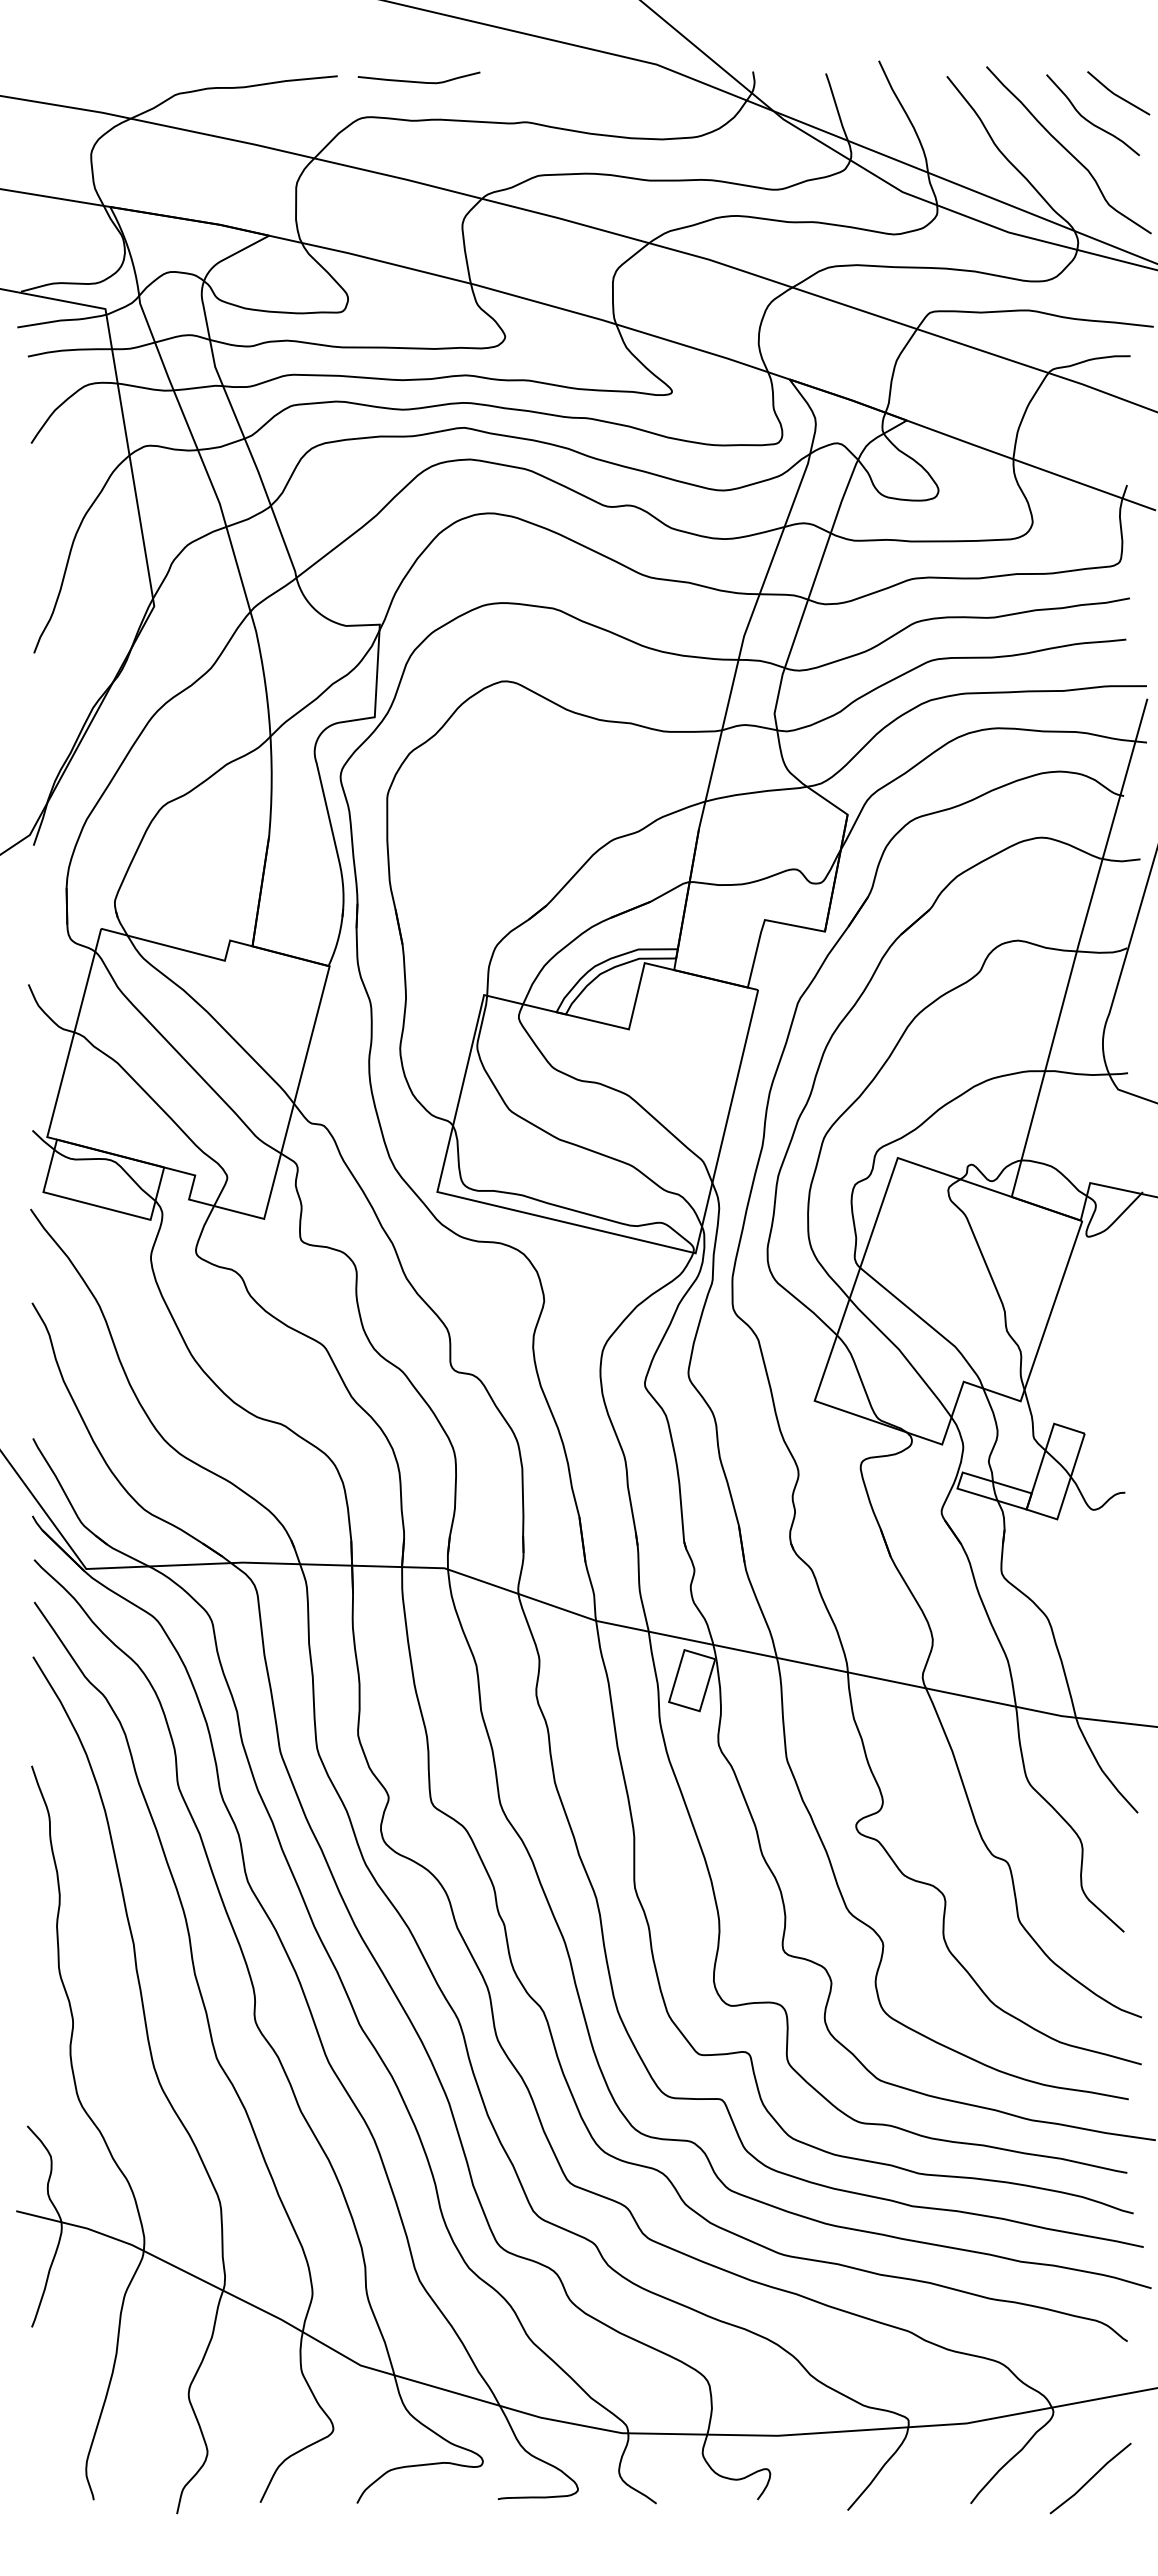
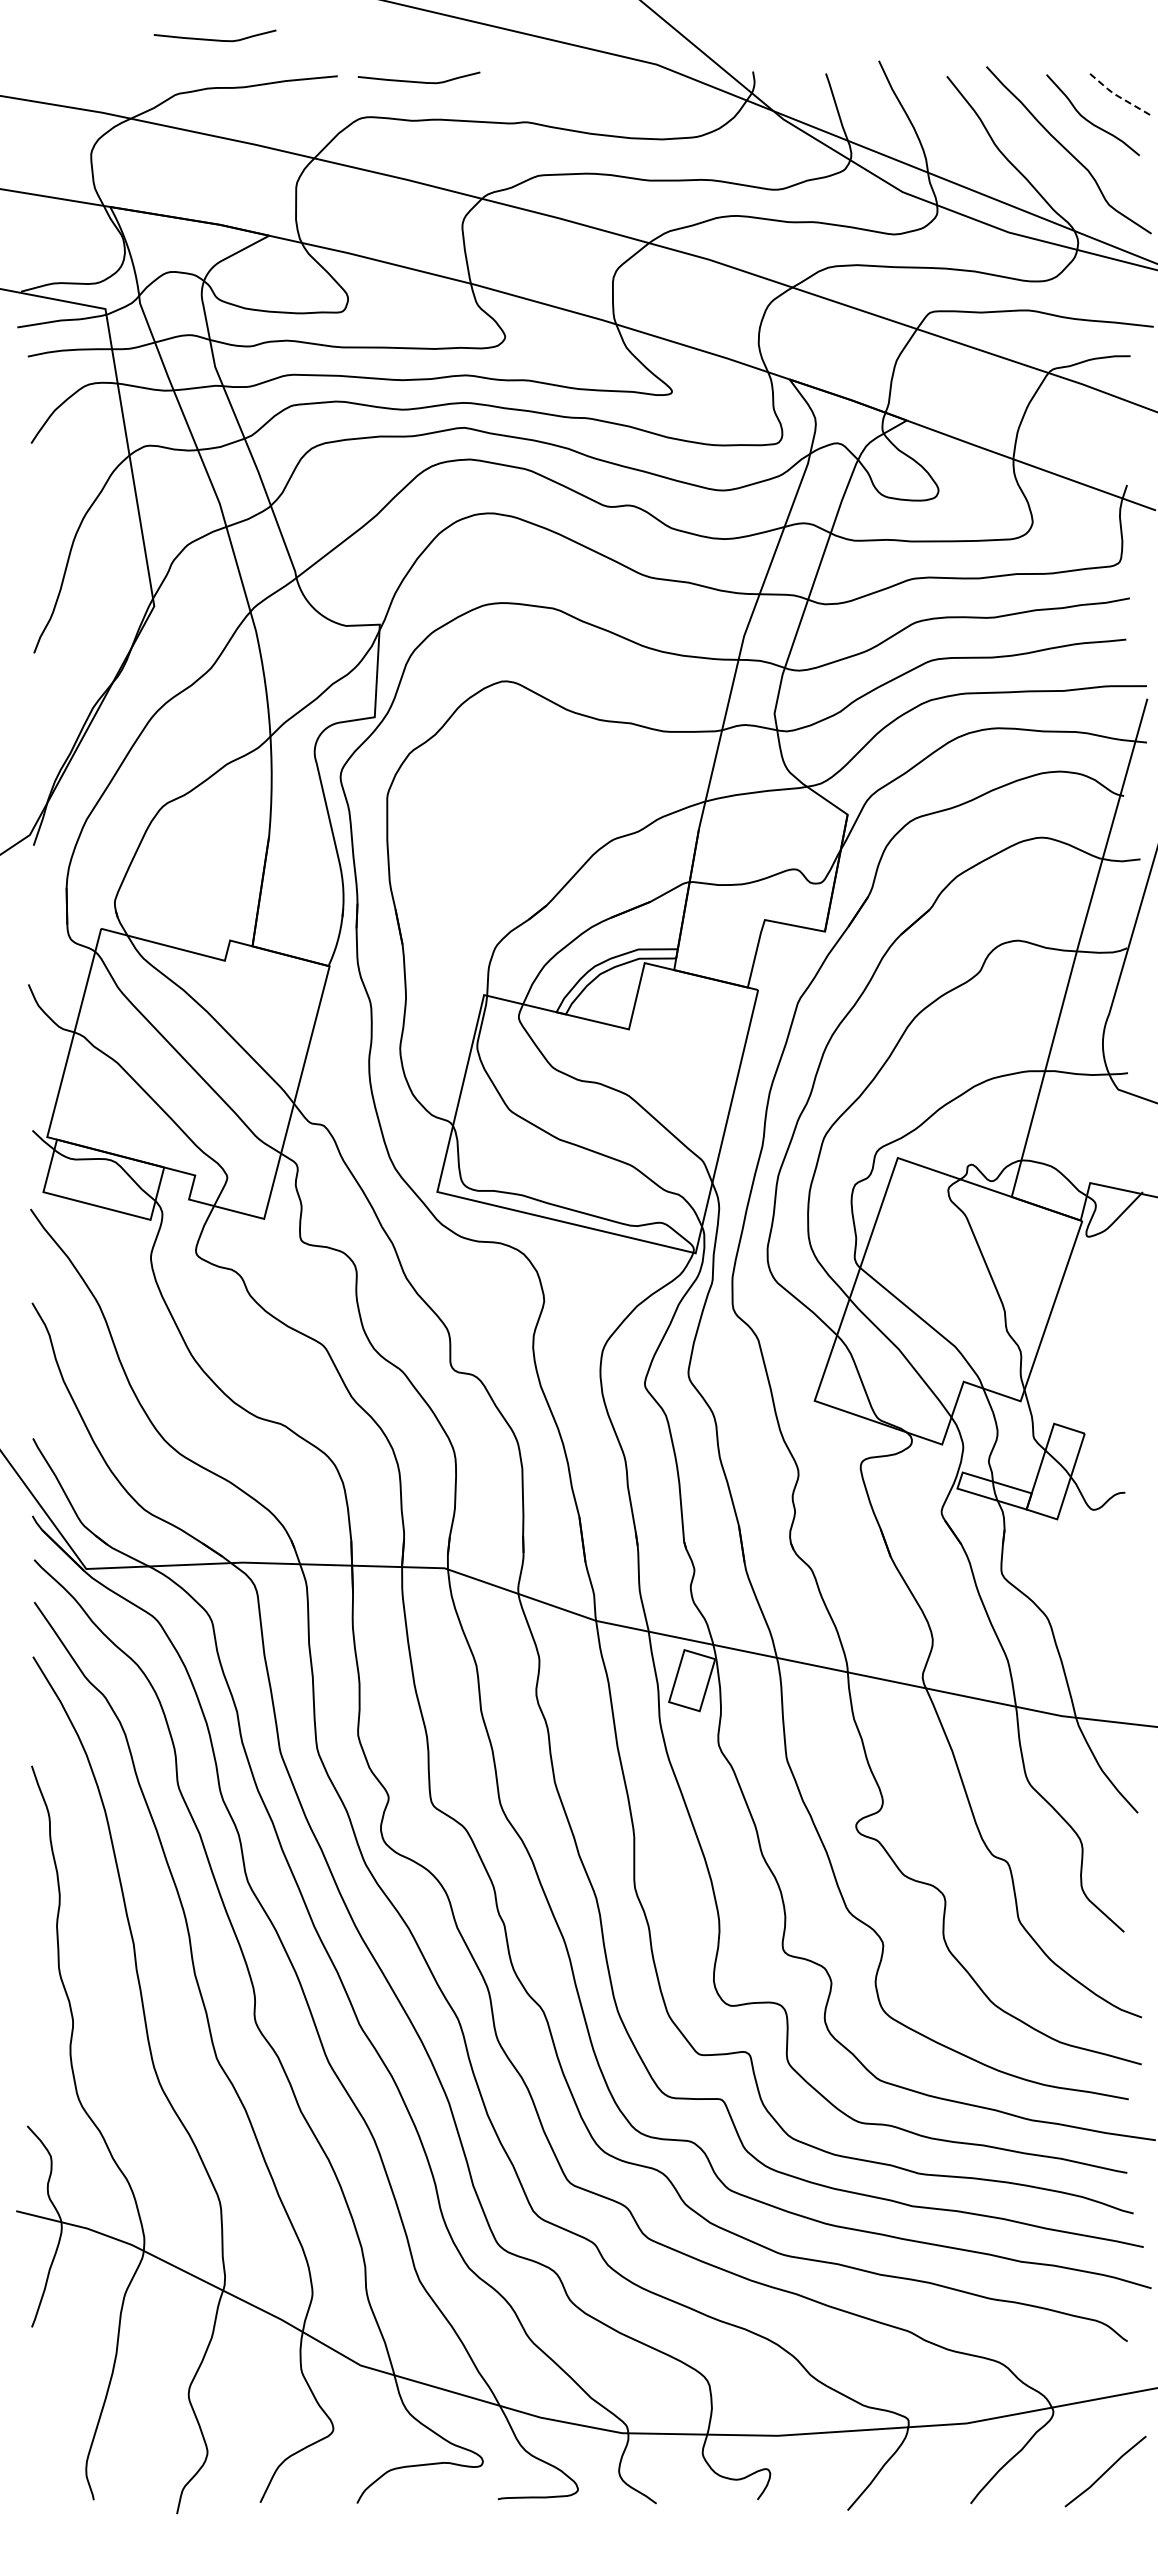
curve at (214, 39): none -> present
line at (1115, 94): solid -> dashed
line at (1090, 2478) position: (1090, 2478) -> (1105, 2471)
